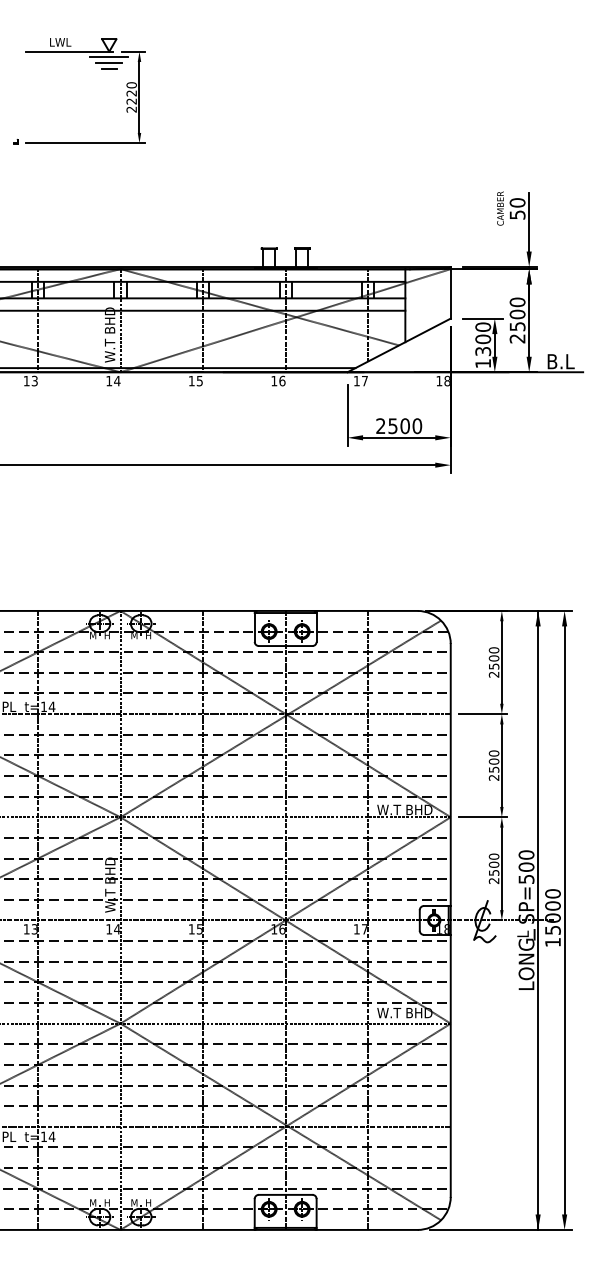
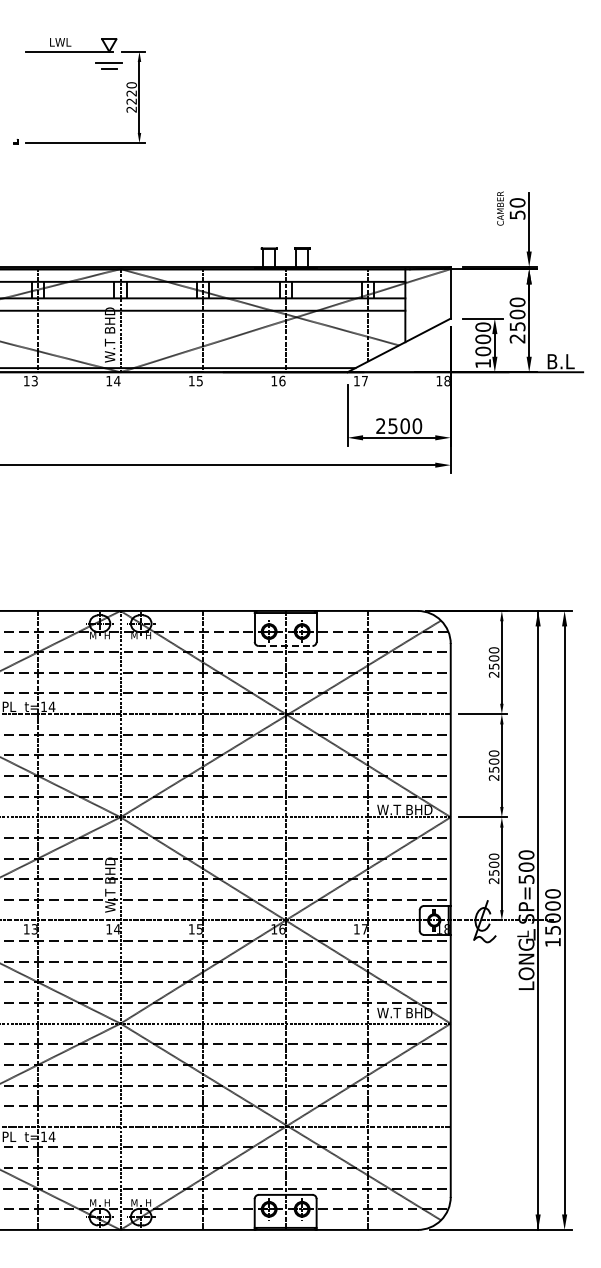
line at (109, 57): present -> none
text at (483, 351): 1300 -> 1000
line at (285, 646): solid -> dashed
